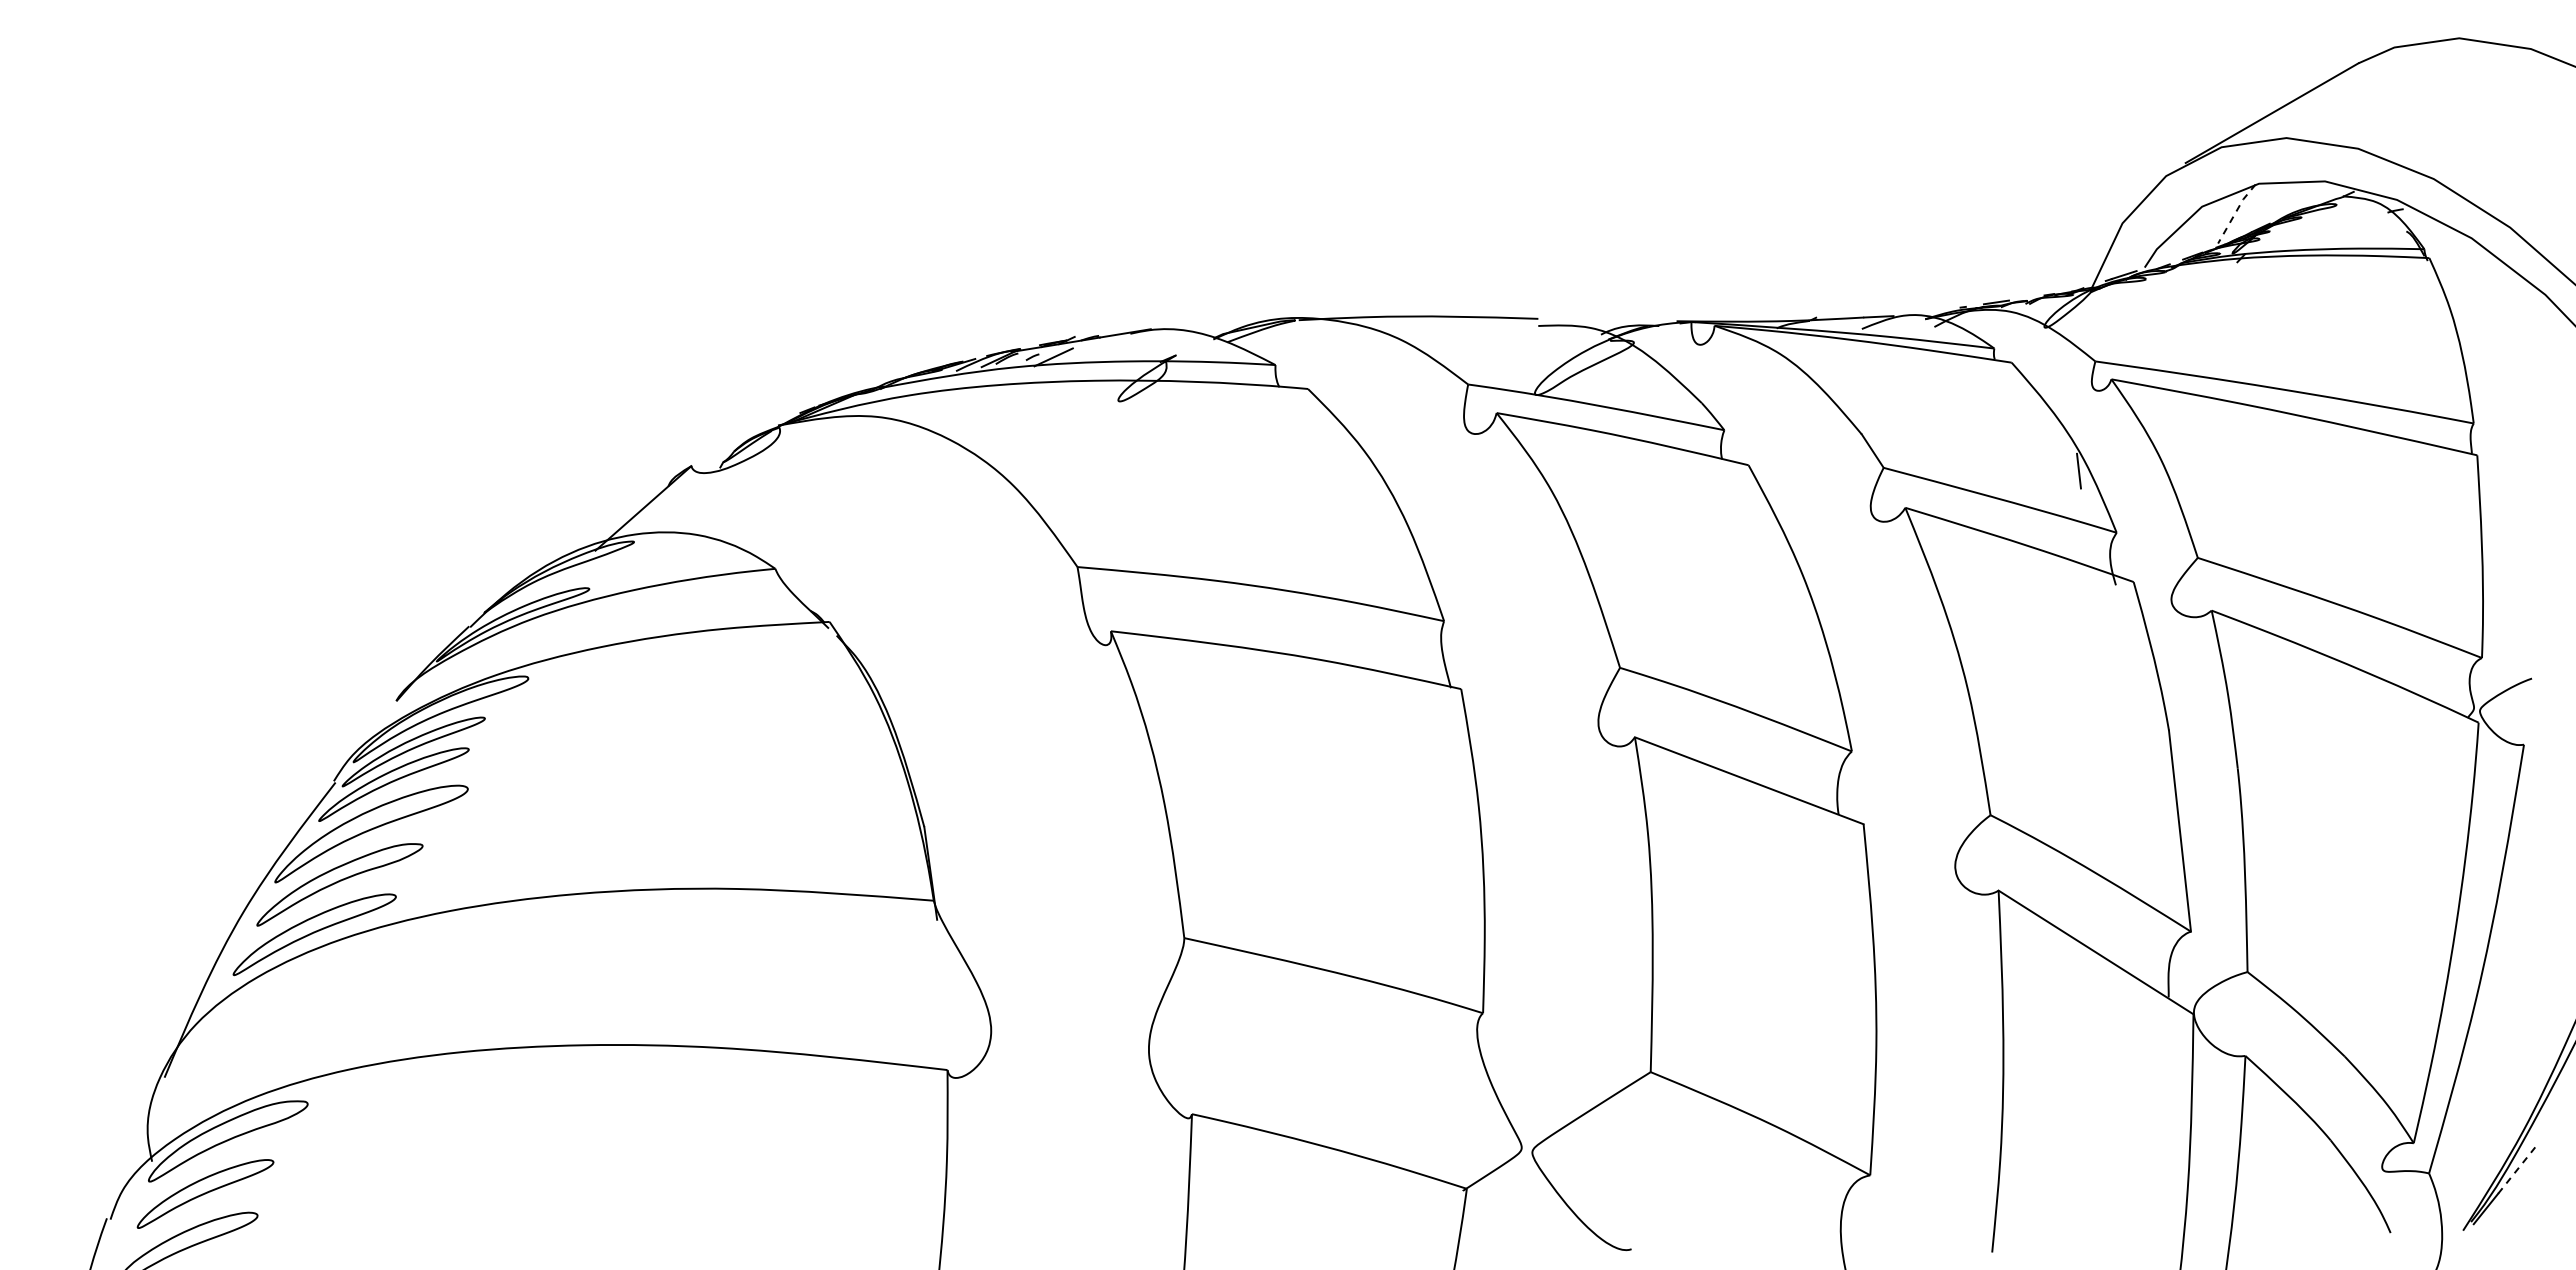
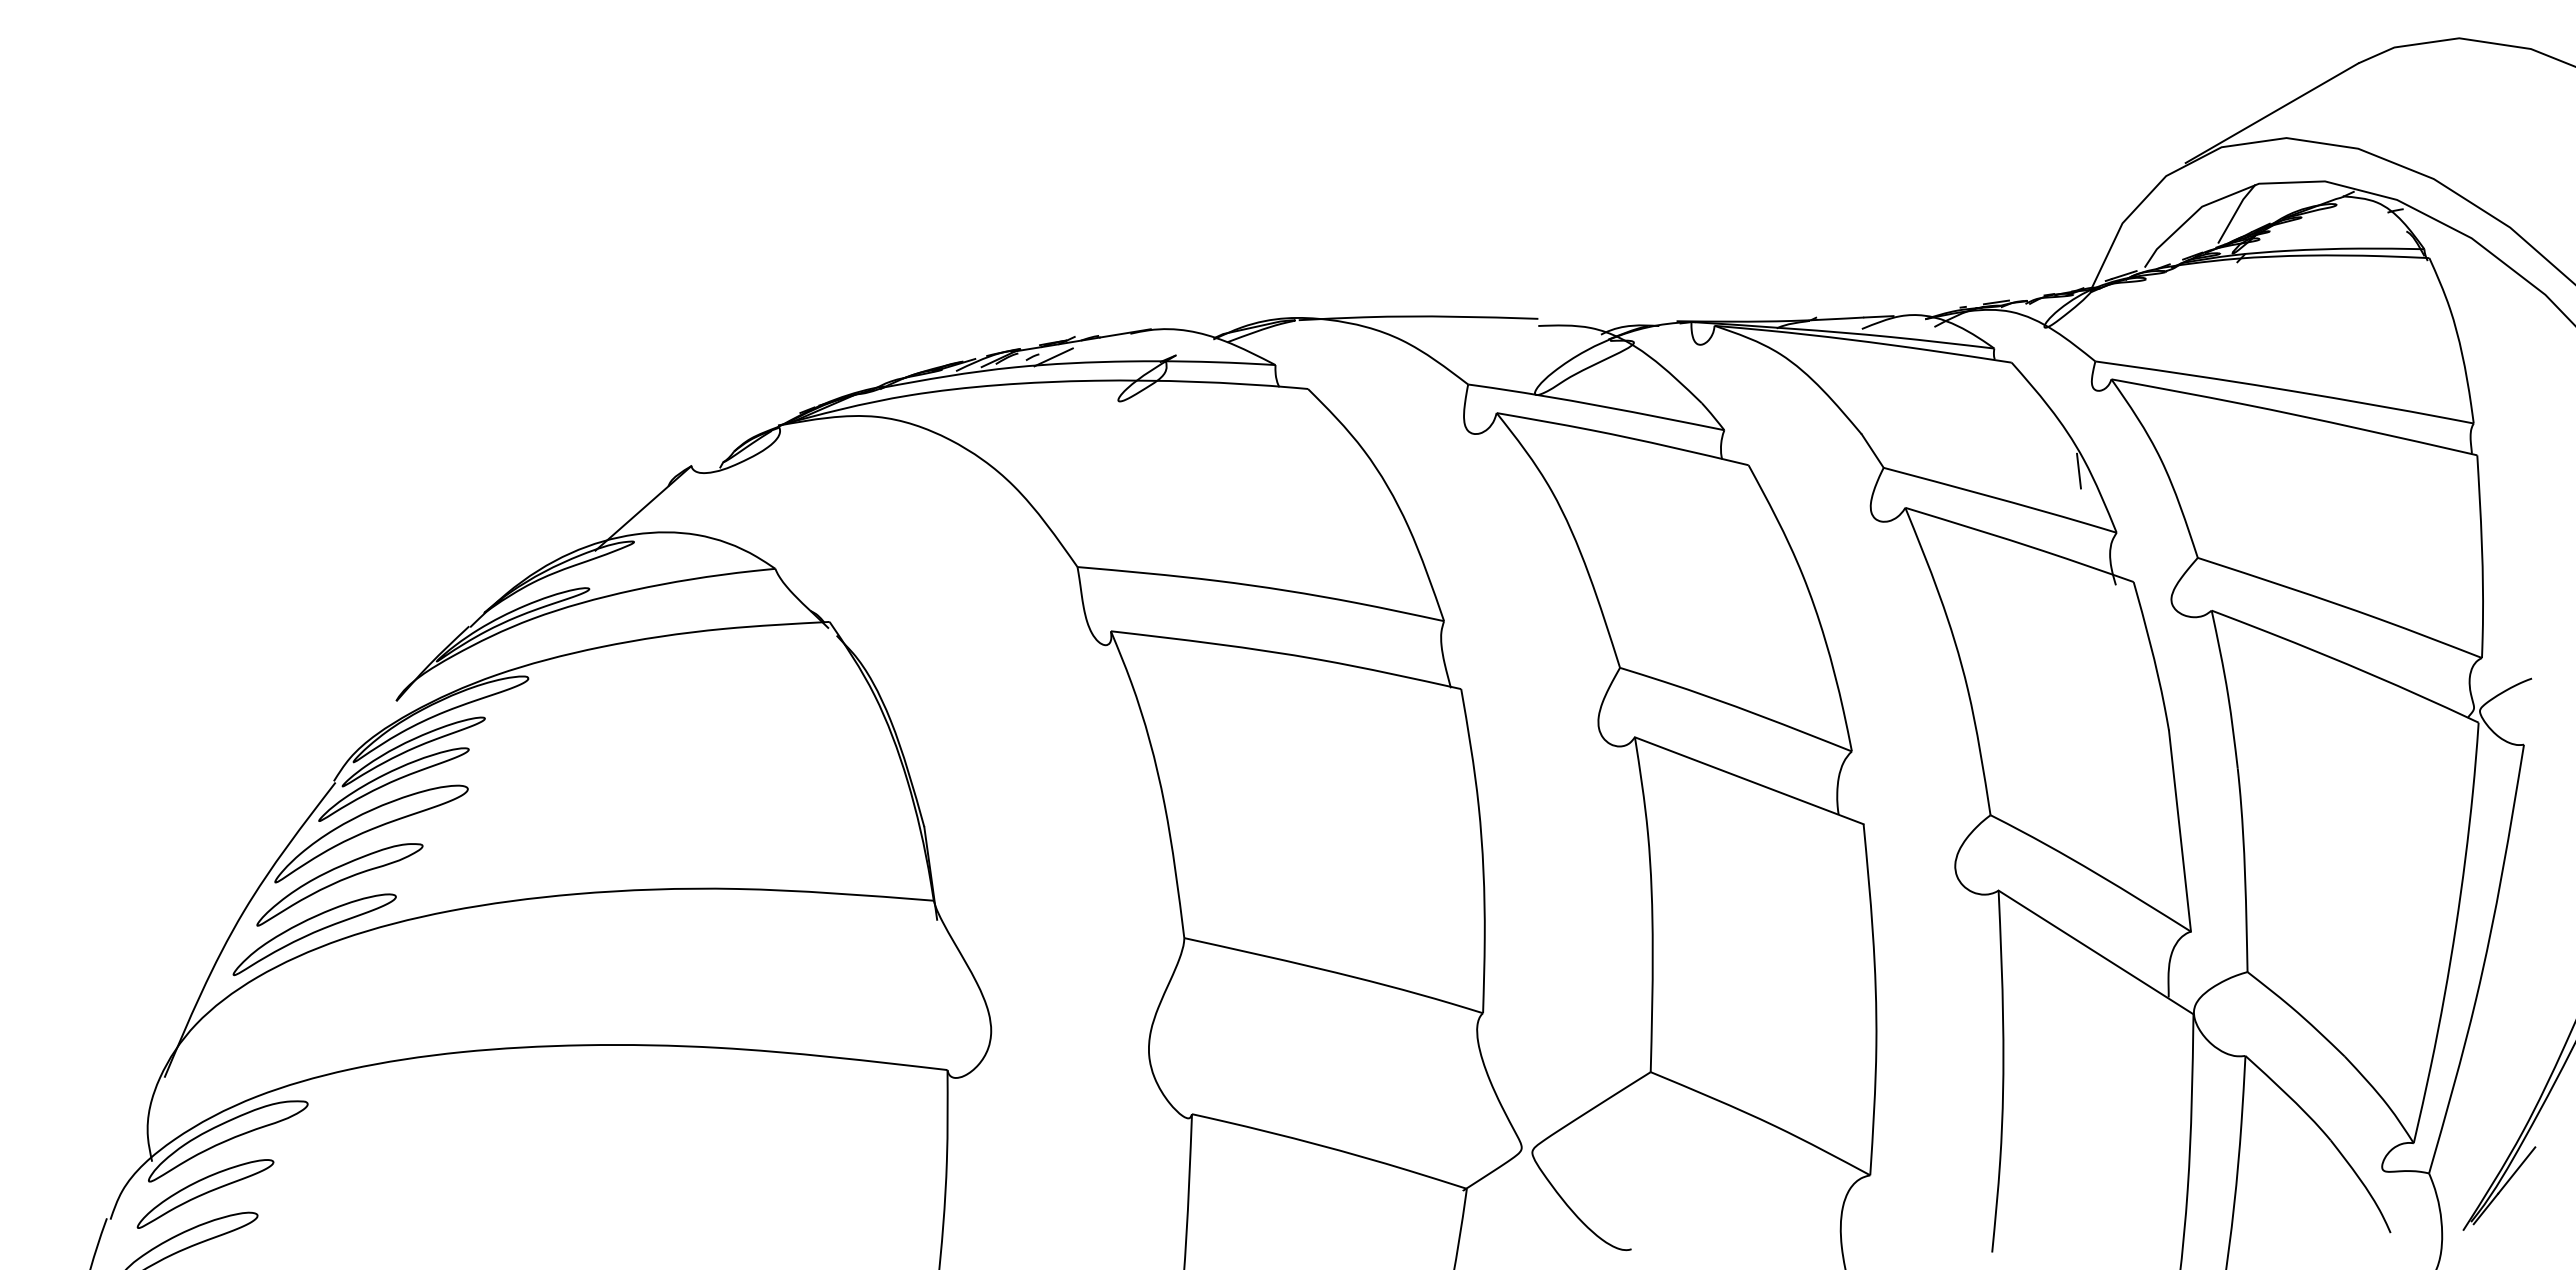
line at (2235, 212): dashed -> solid
line at (2516, 1170): dashed -> solid
